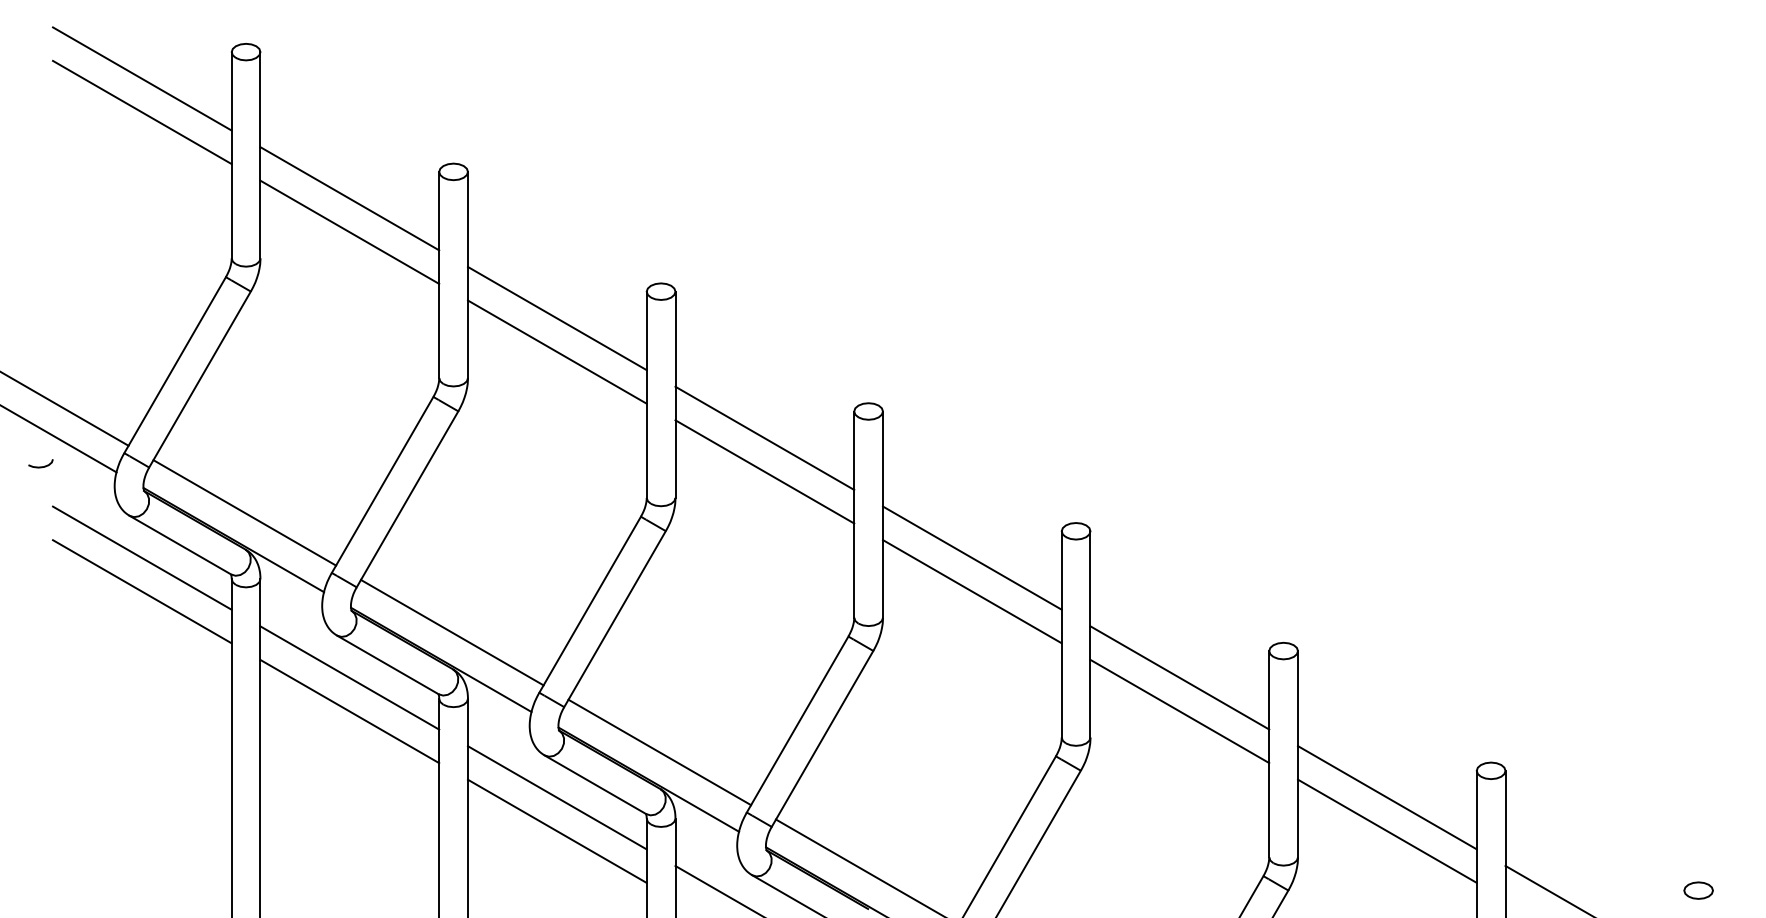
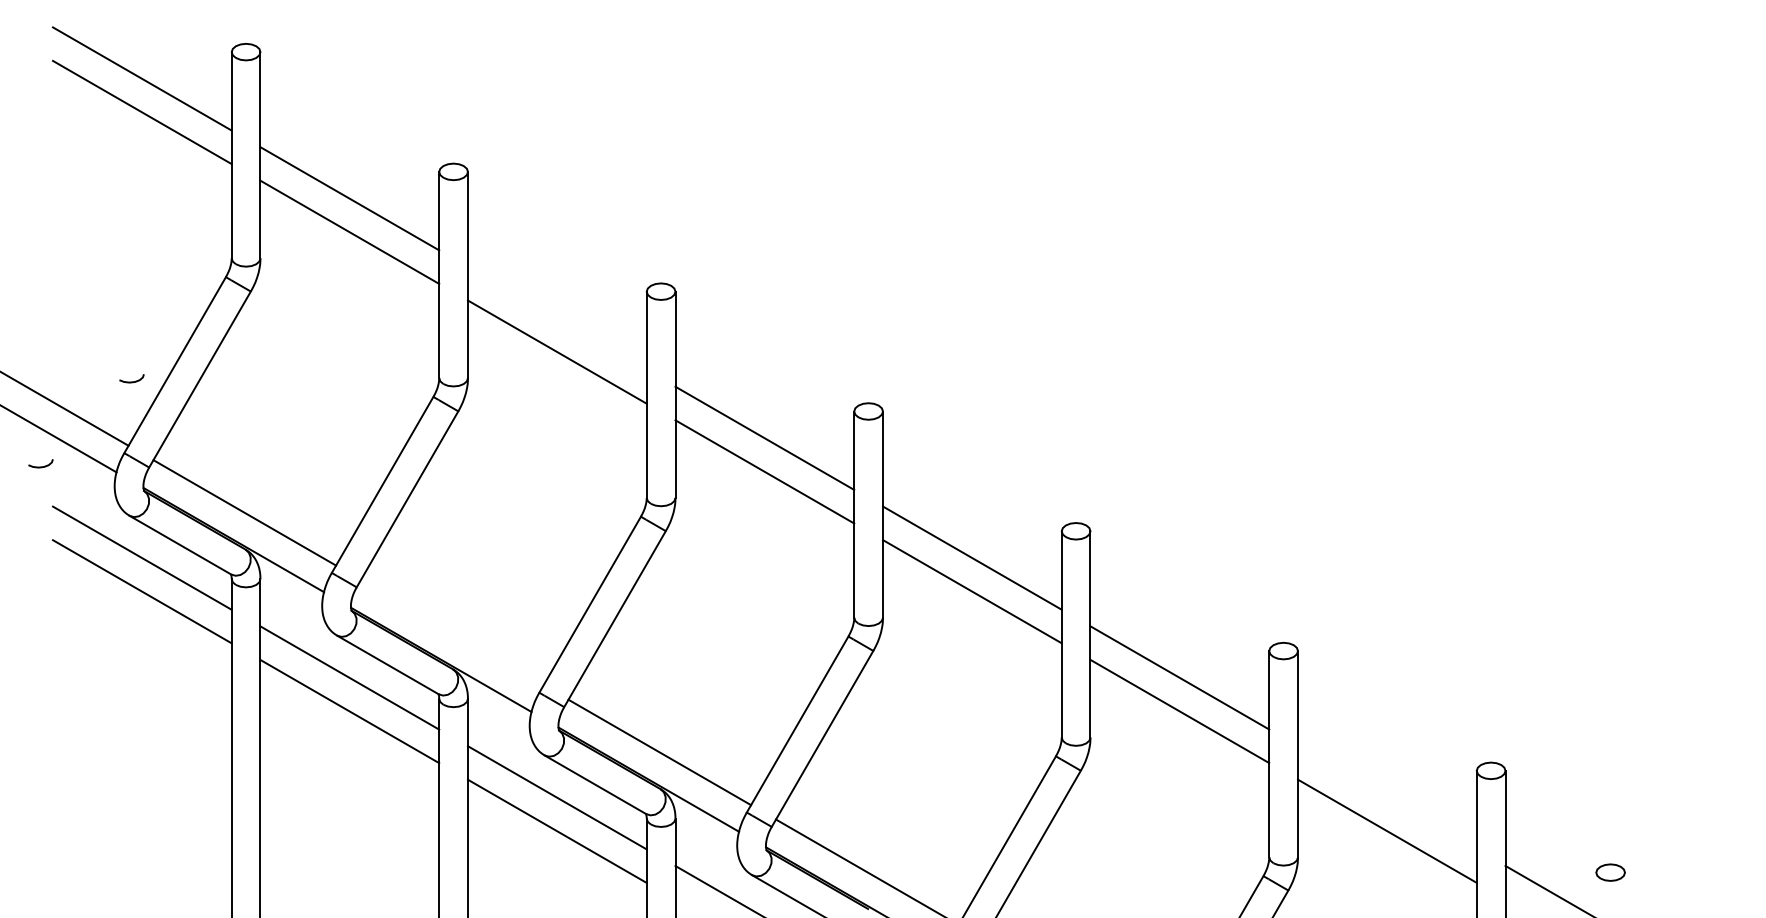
line at (556, 318): present -> none
curve at (131, 381): none -> present
line at (452, 632): present -> none
line at (1387, 797): present -> none
part at (1698, 890) position: (1698, 890) -> (1610, 872)
